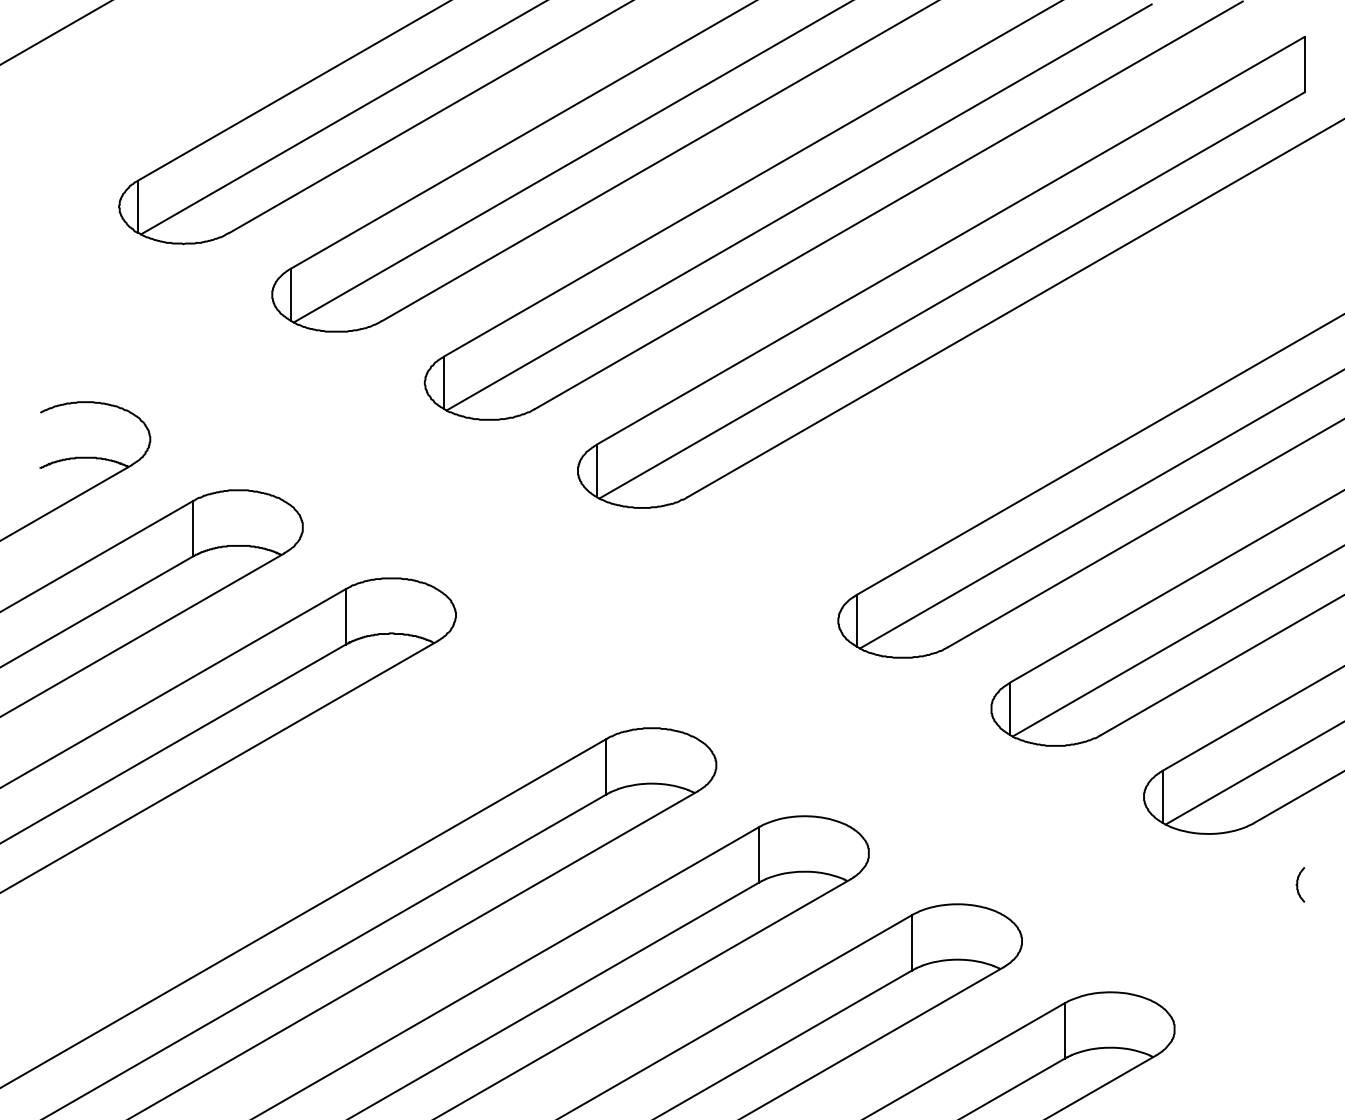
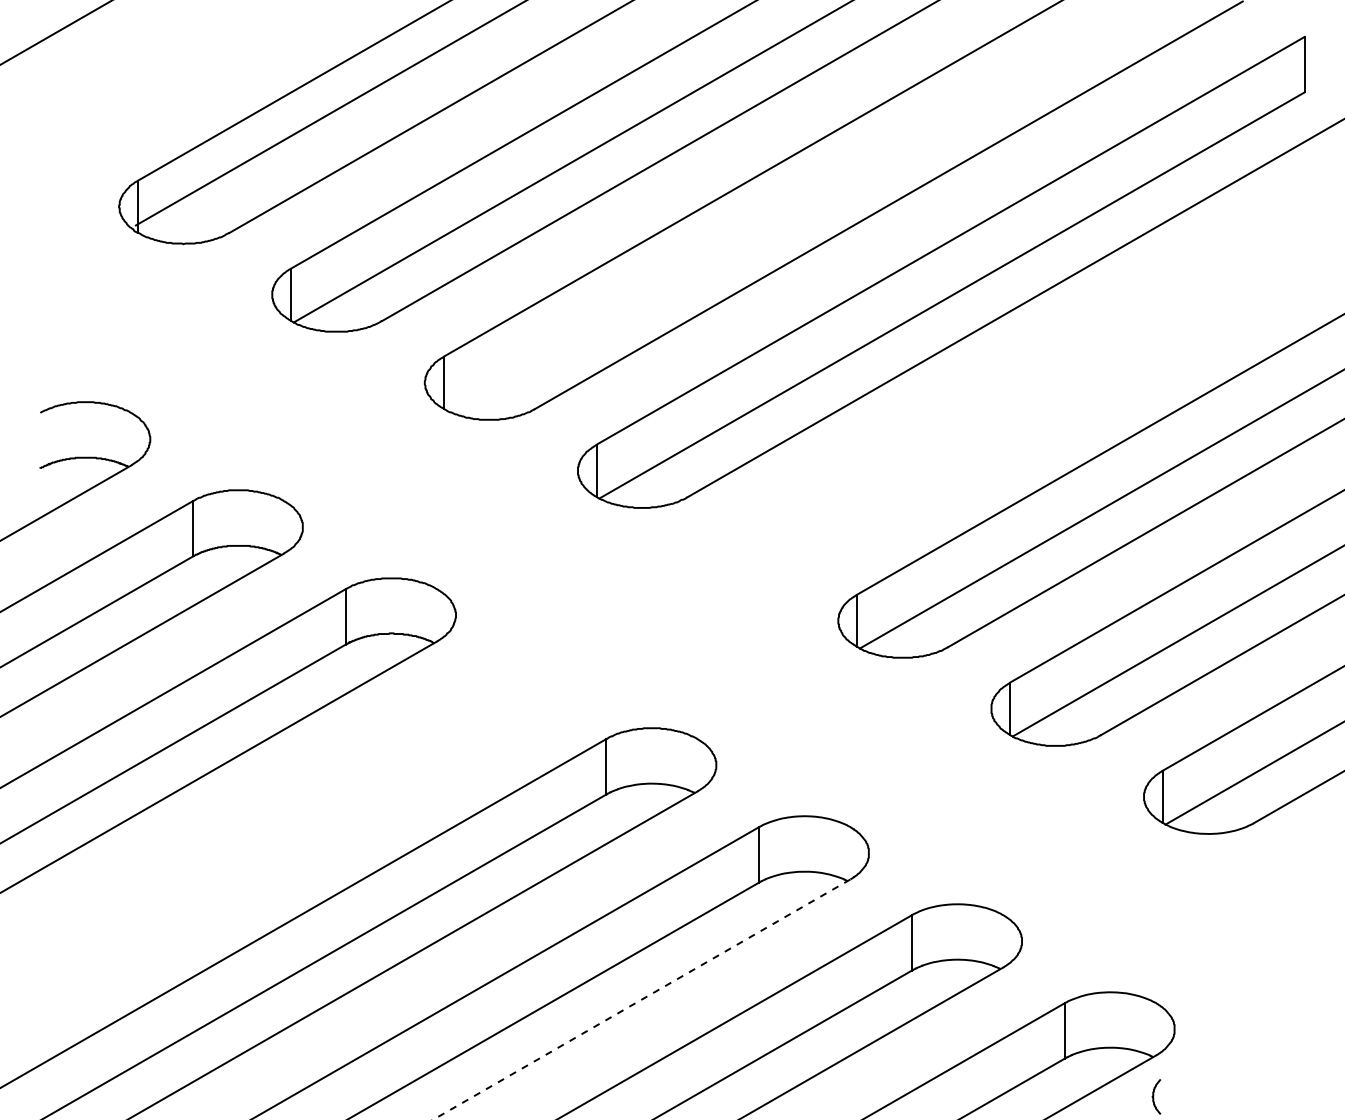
line at (342, 118) position: (342, 118) -> (329, 113)
line at (798, 207): present -> none
curve at (1298, 883) position: (1298, 883) -> (1154, 1095)
line at (641, 999): solid -> dashed
